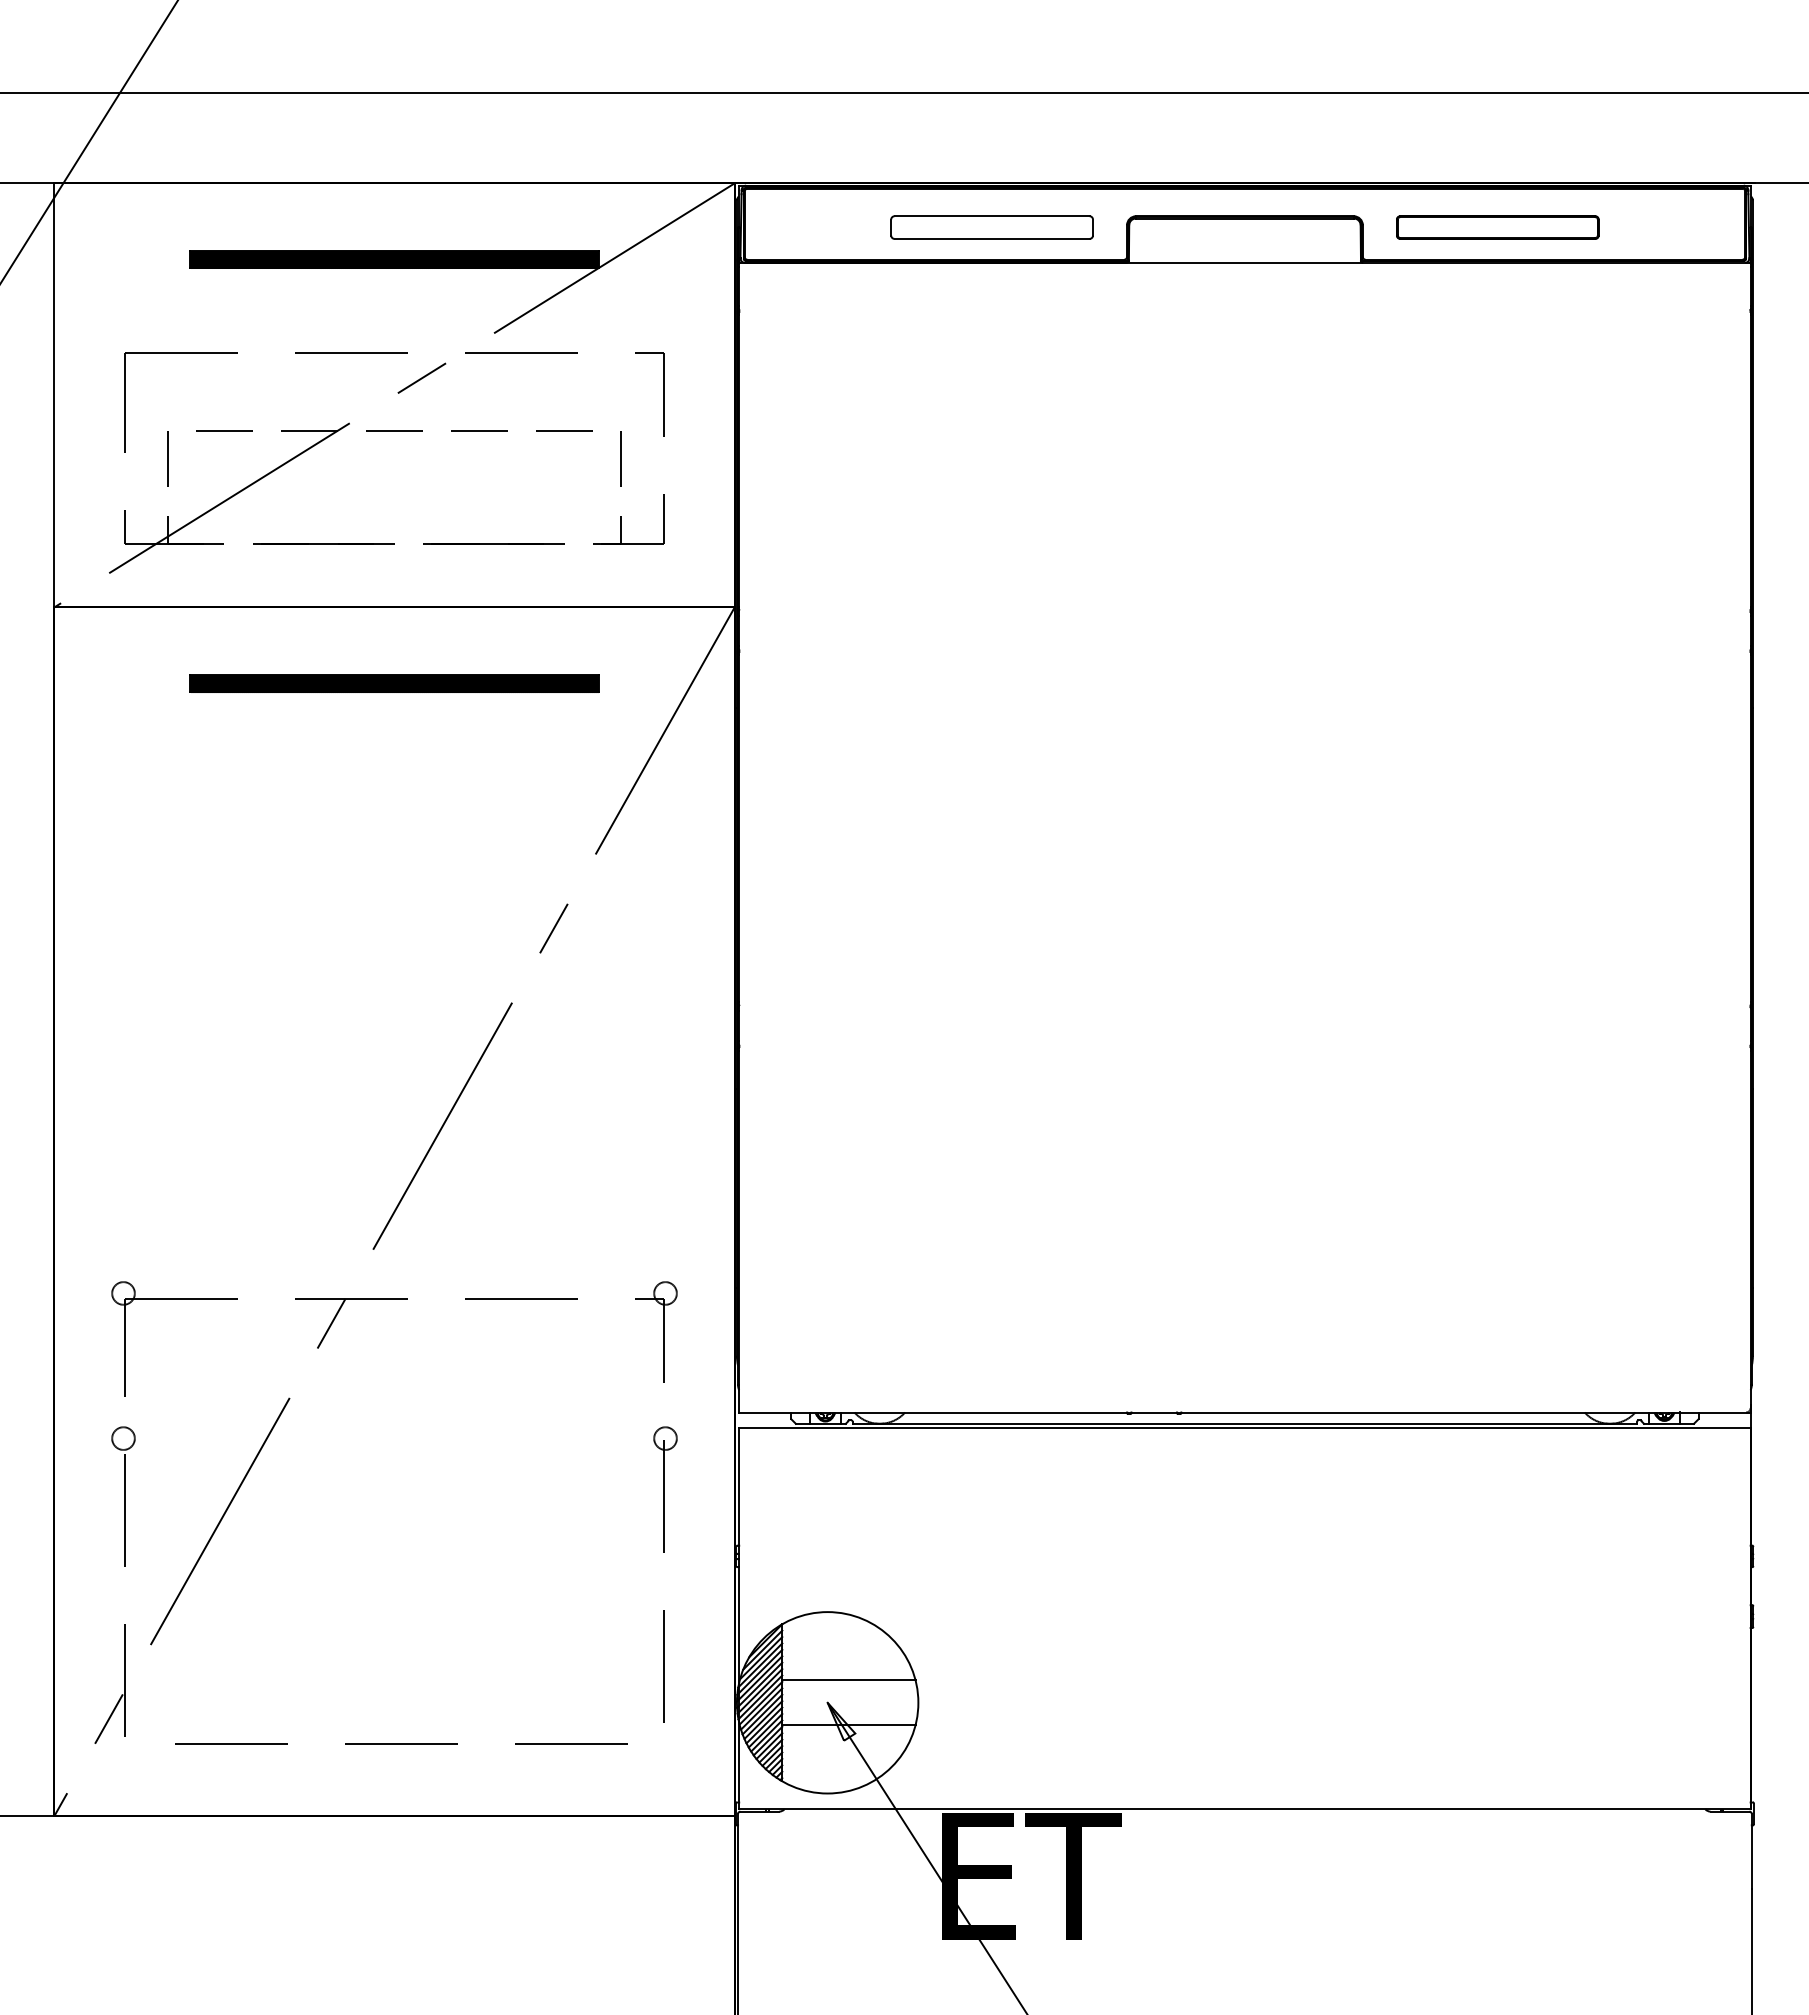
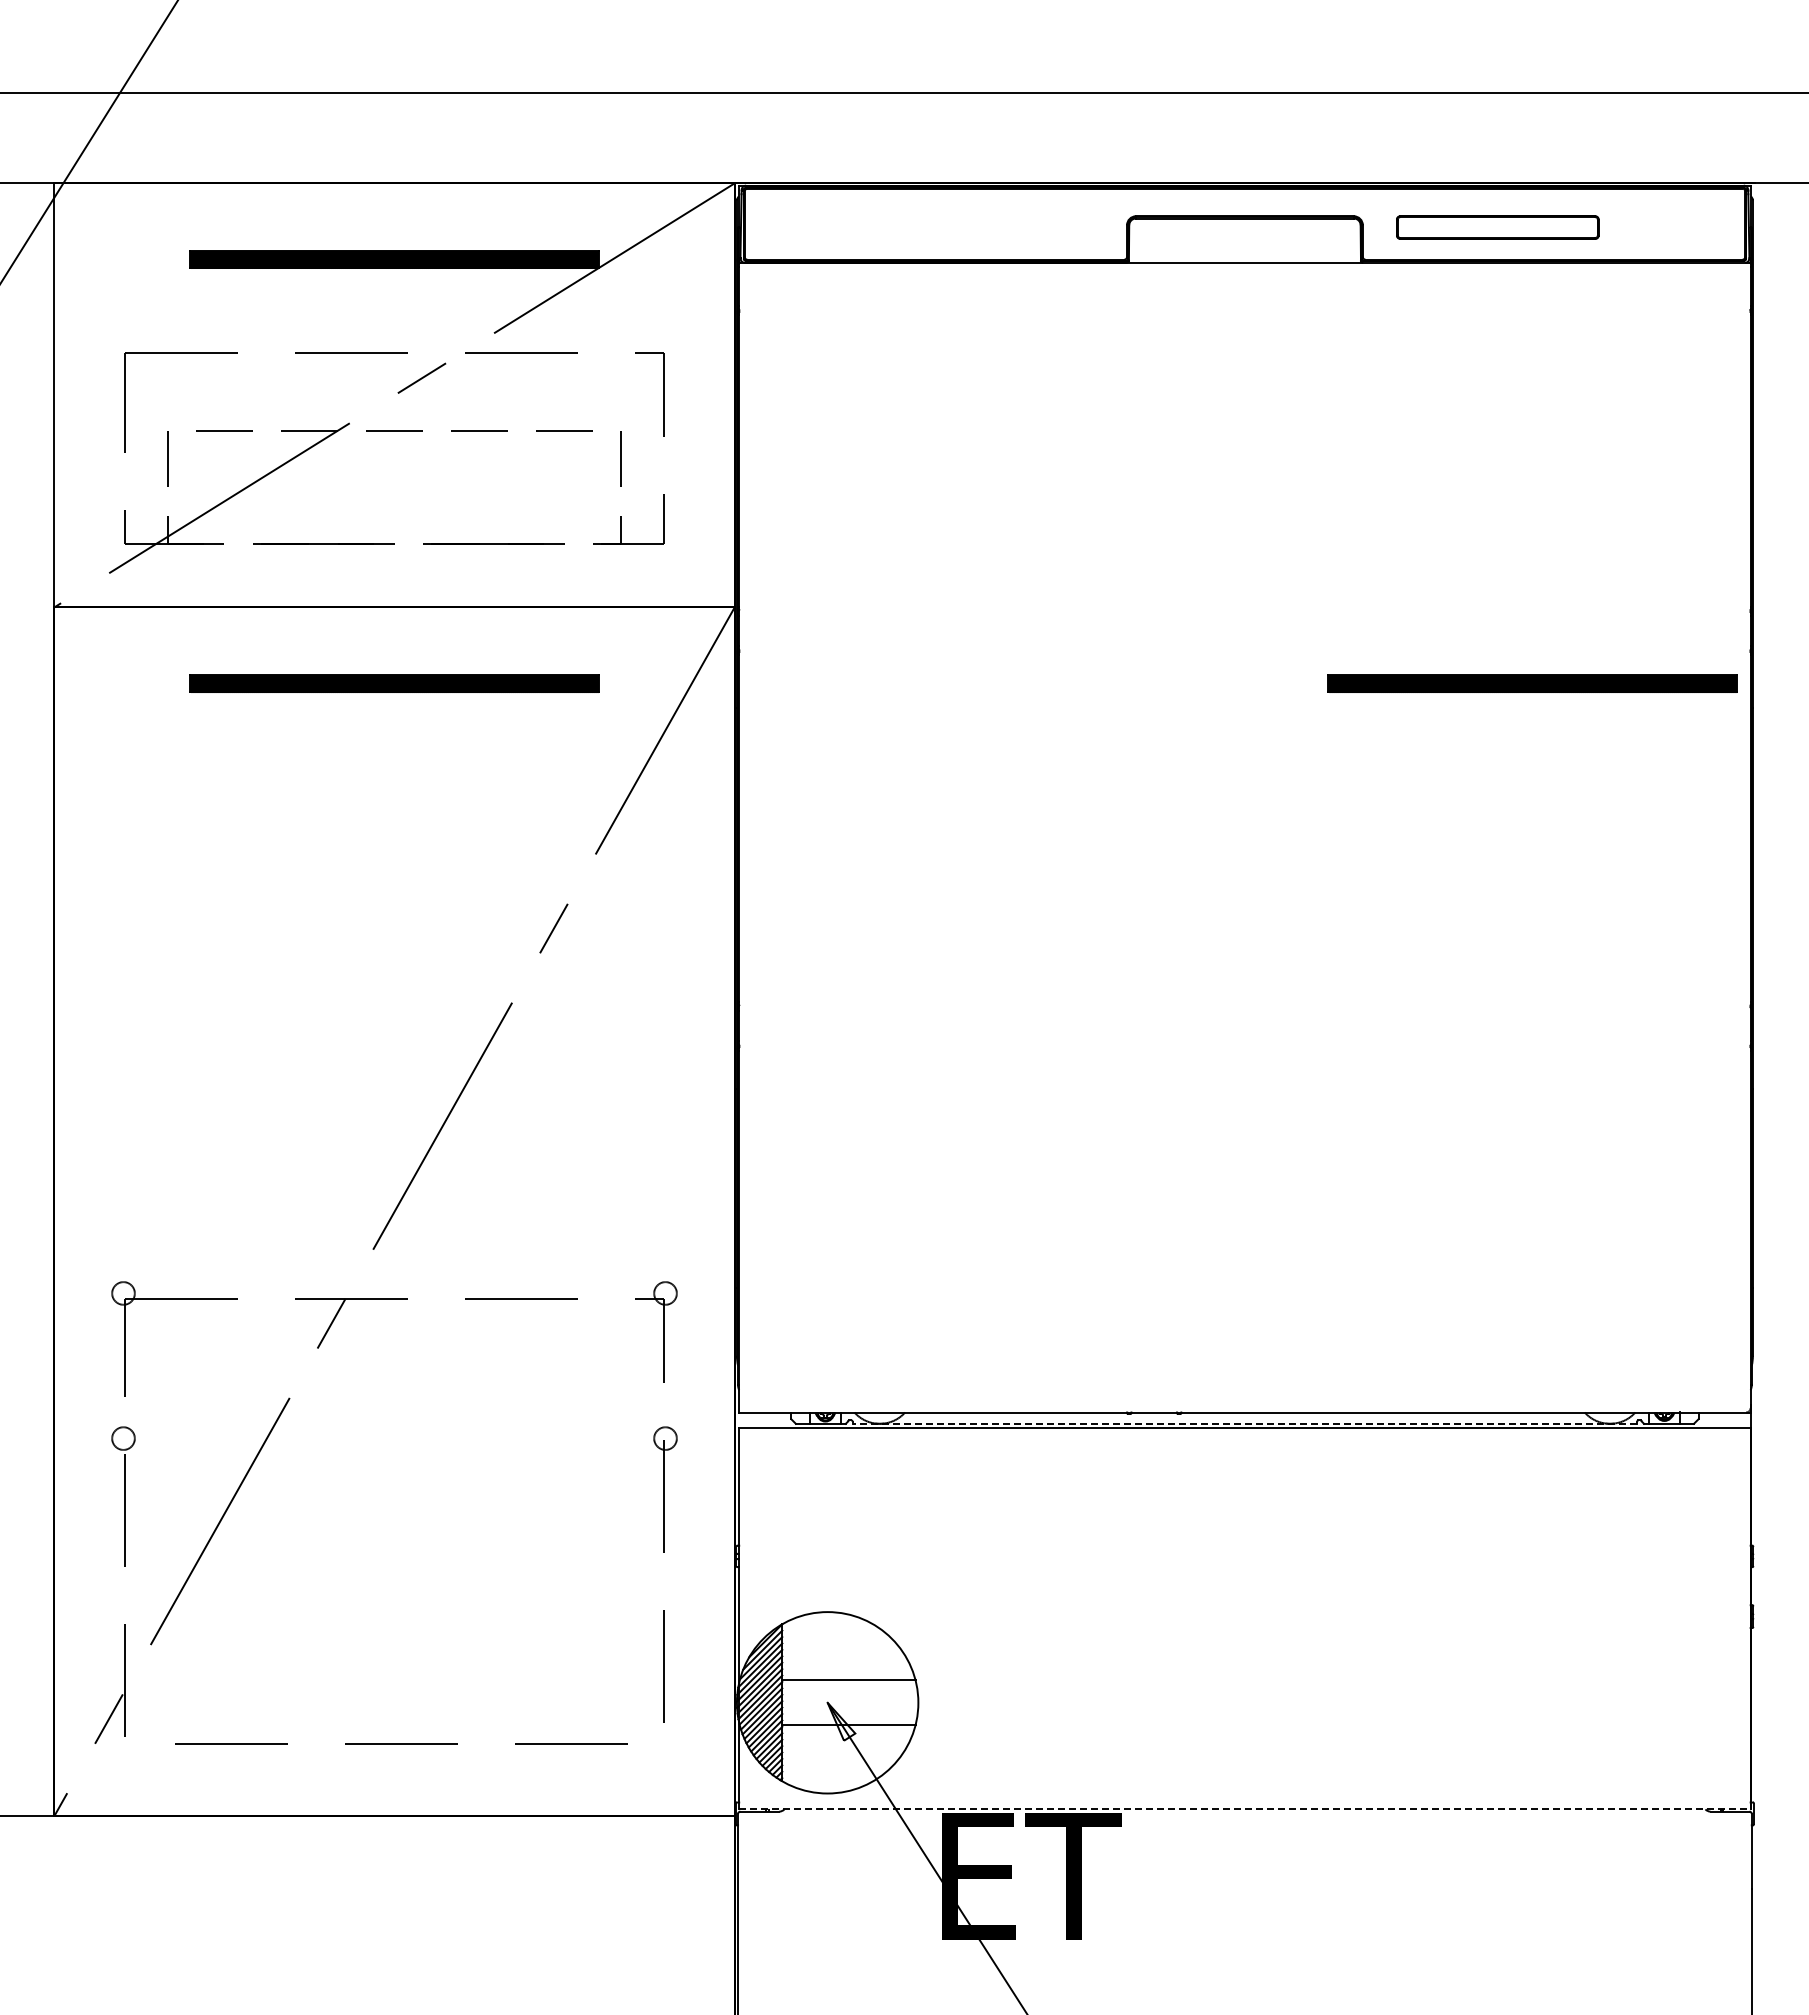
part at (991, 227): present -> none
part at (1532, 683): none -> present
line at (1244, 1423): solid -> dashed
line at (1244, 1809): solid -> dashed
